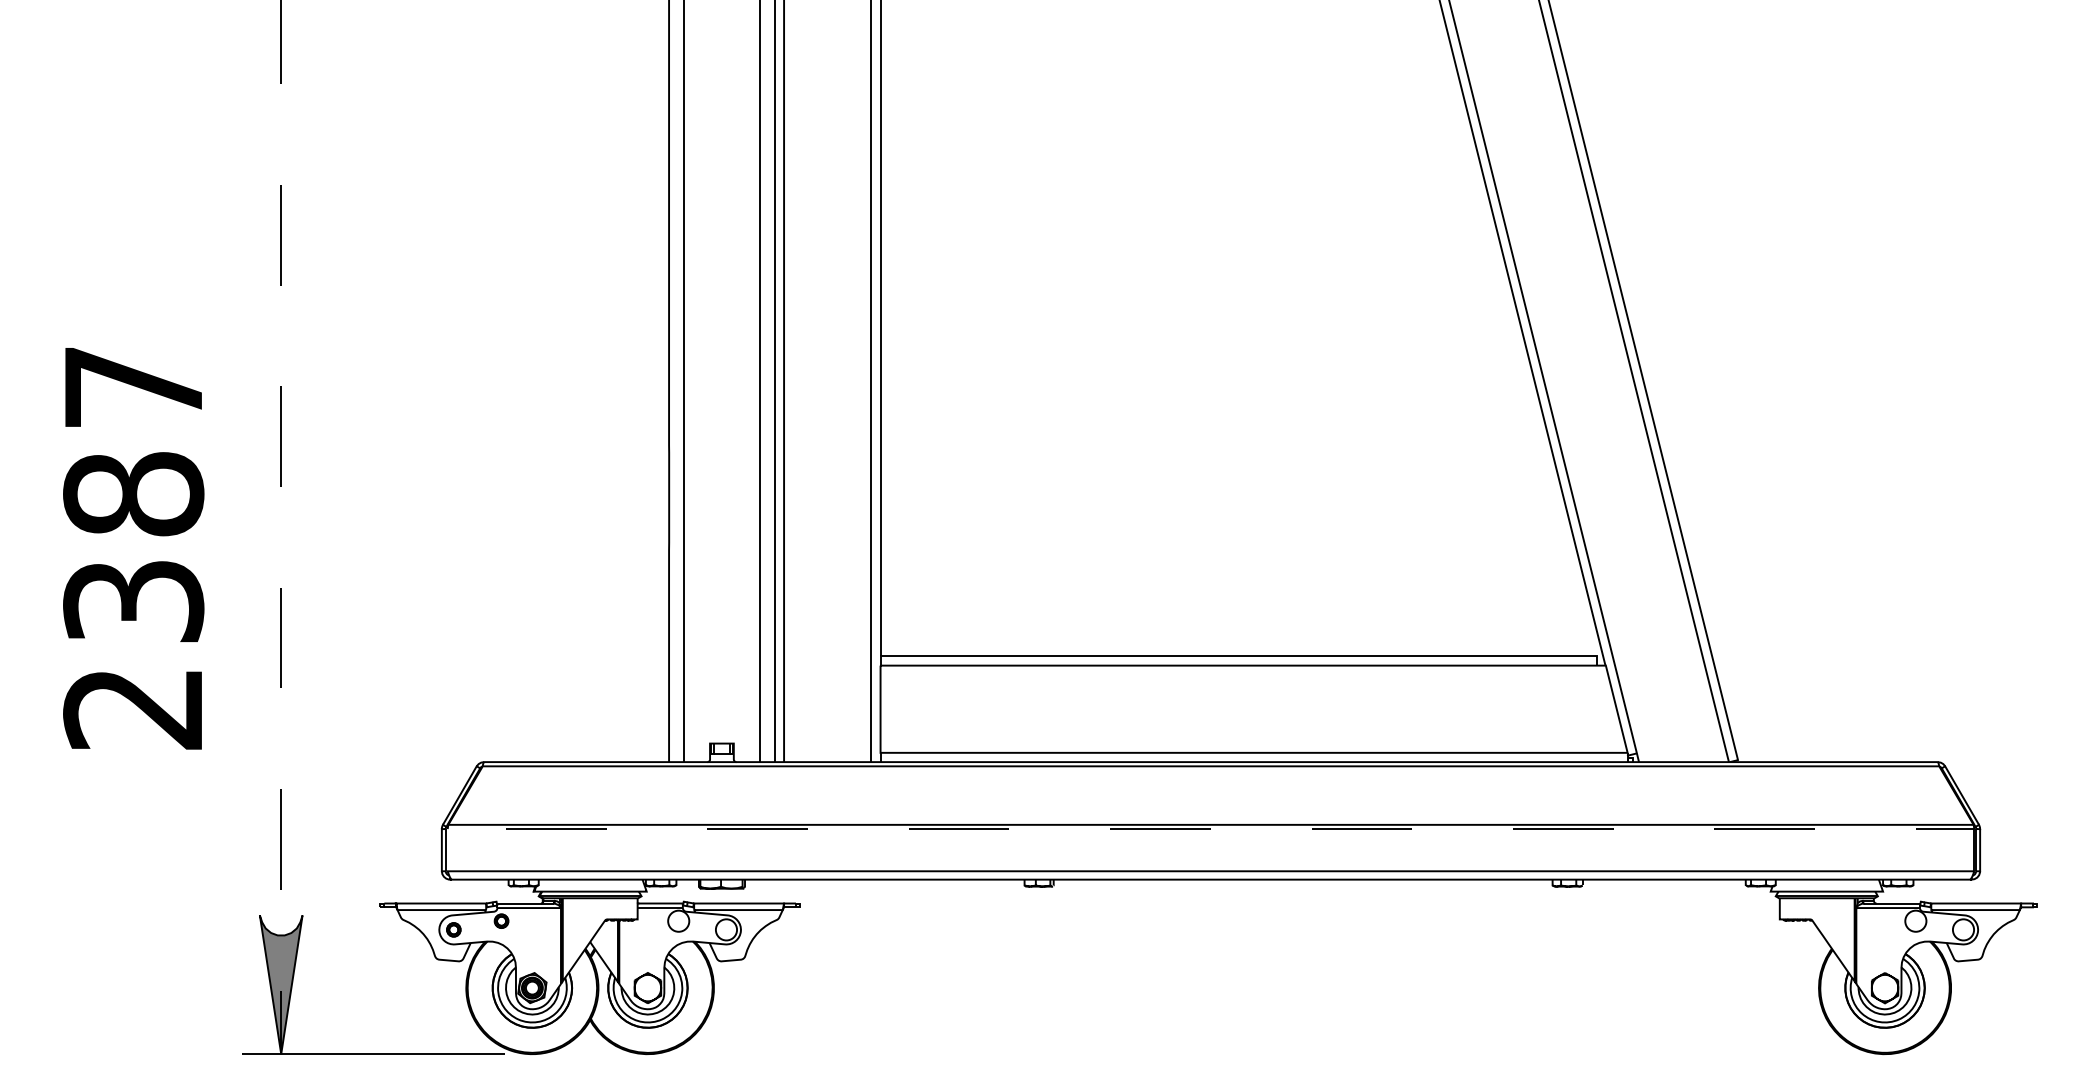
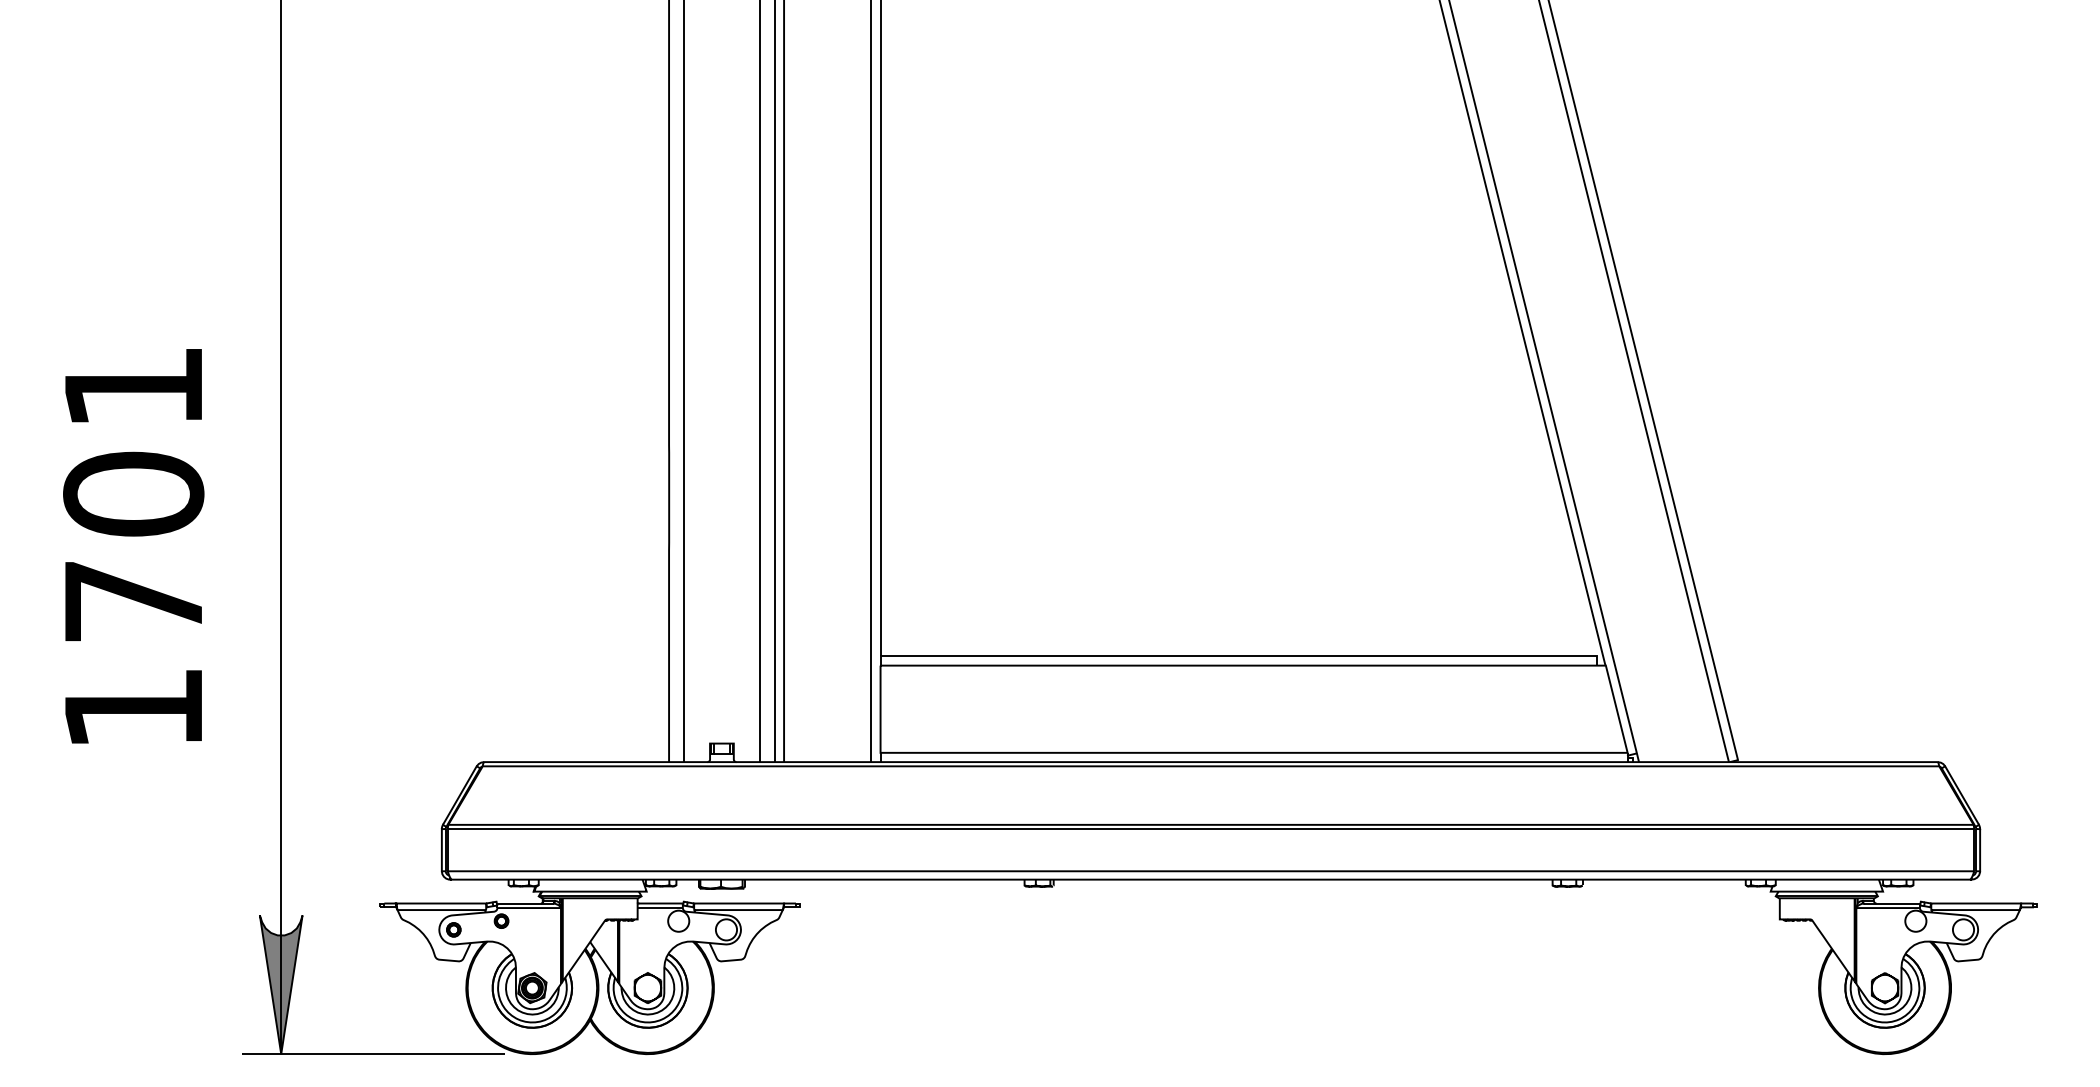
line at (281, 527): dashed -> solid
text at (133, 548): 2387 -> 1701
line at (1210, 829): dashed -> solid
